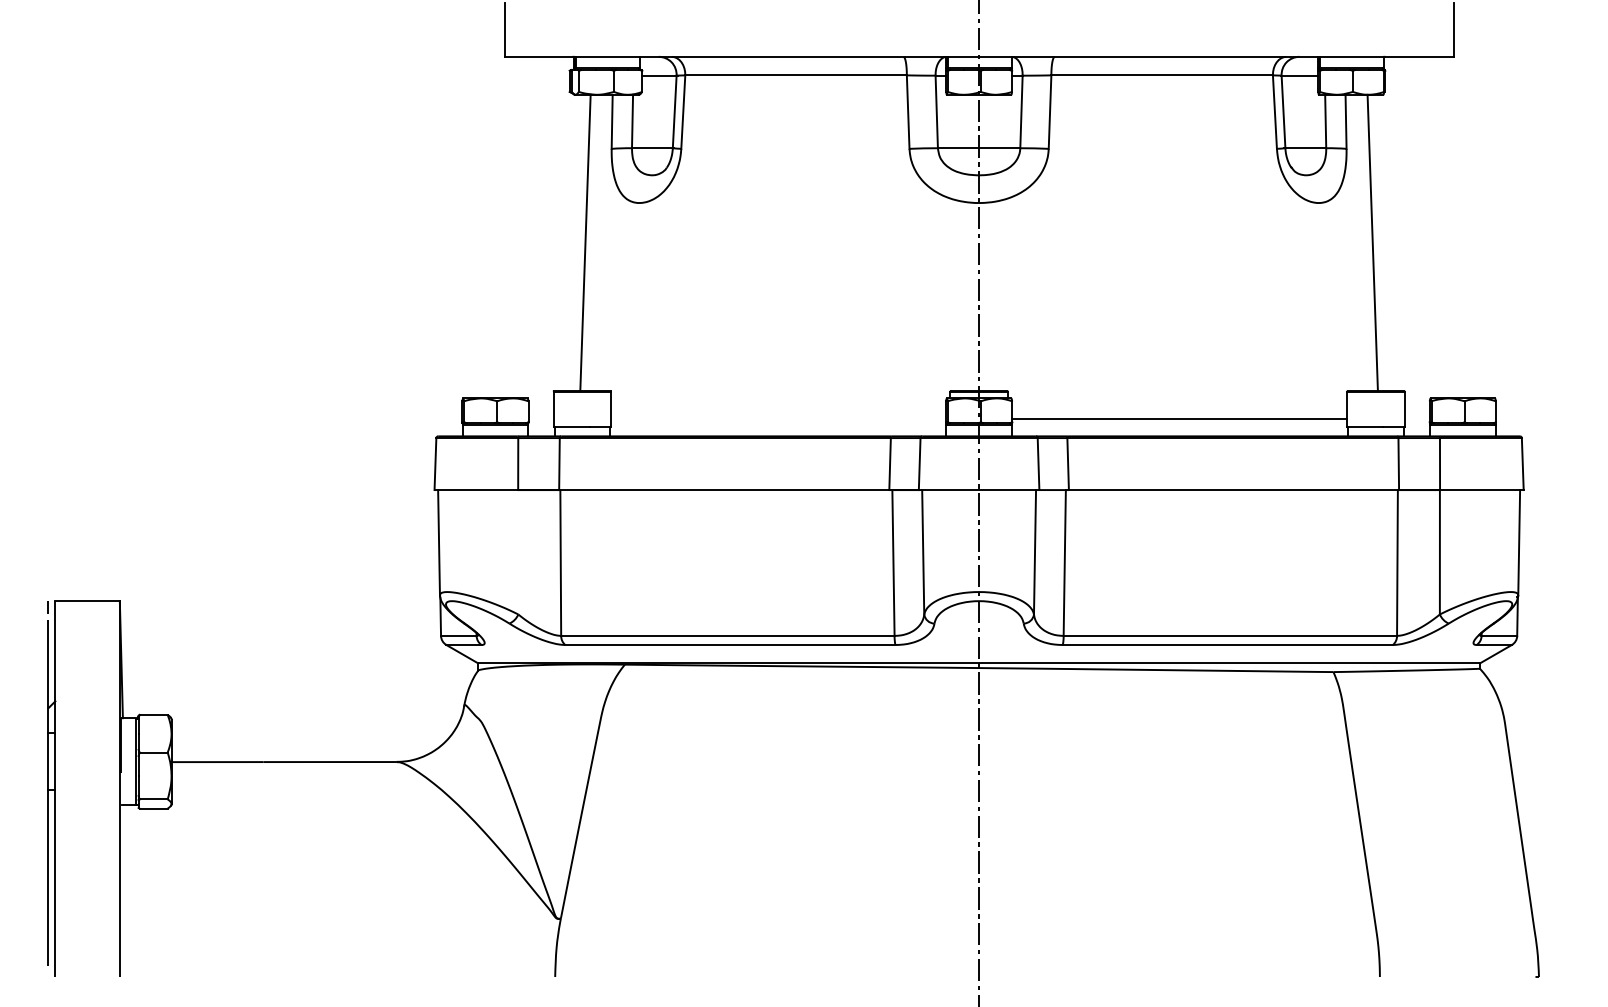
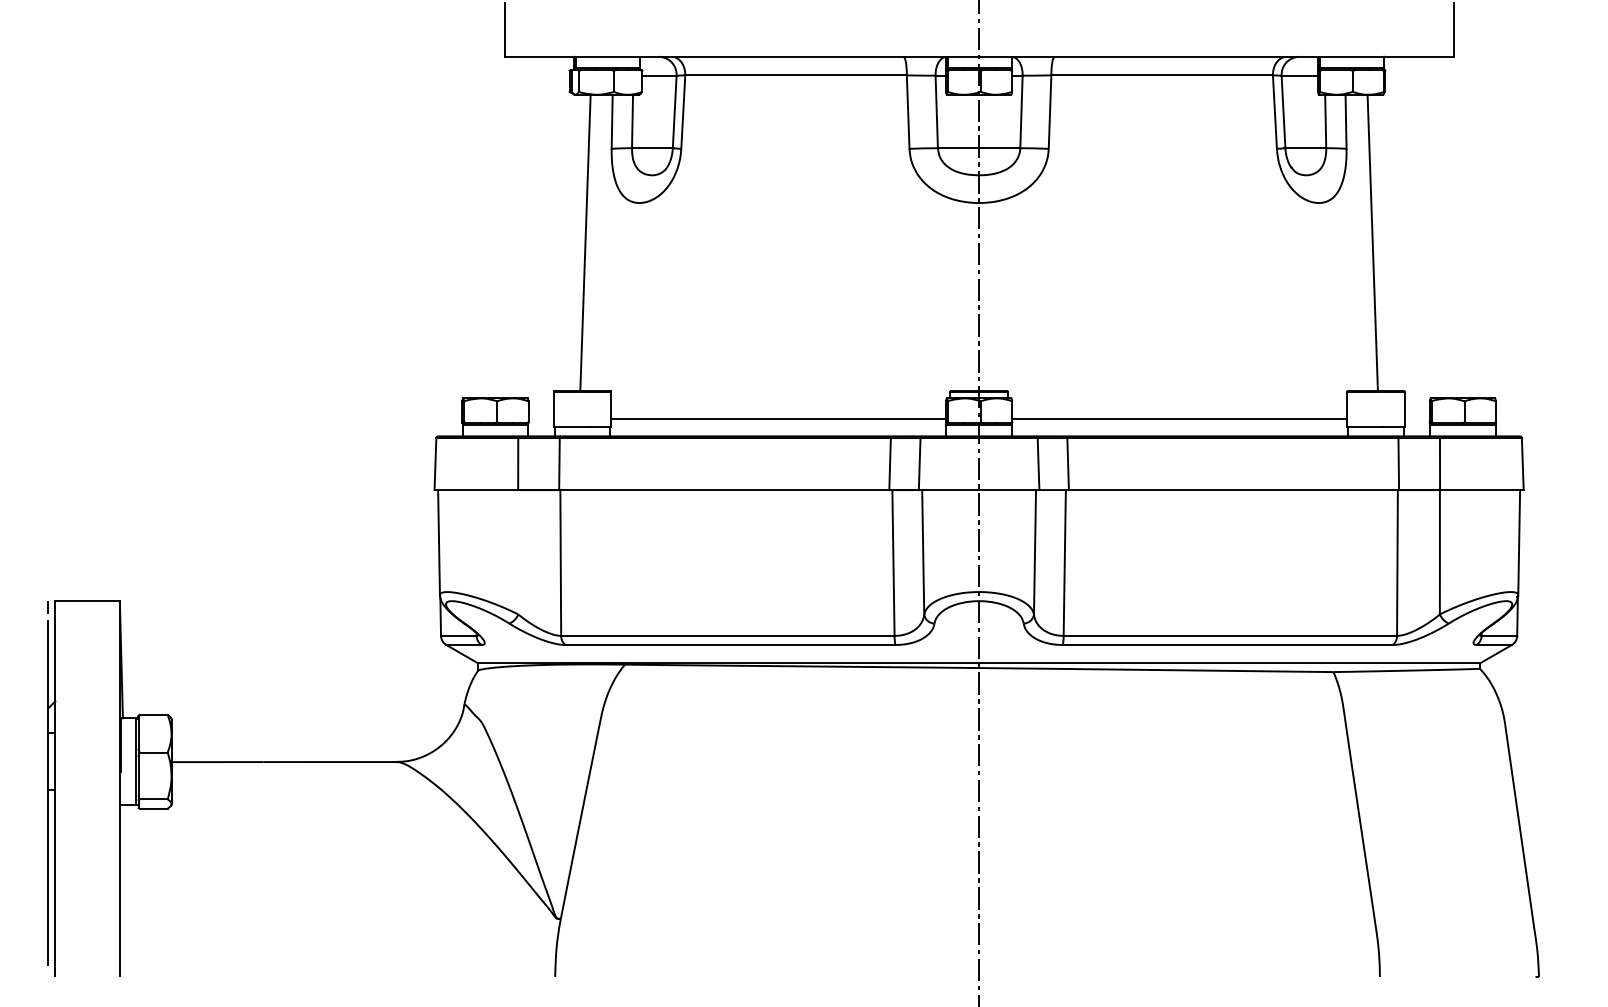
line at (778, 419): none -> present
